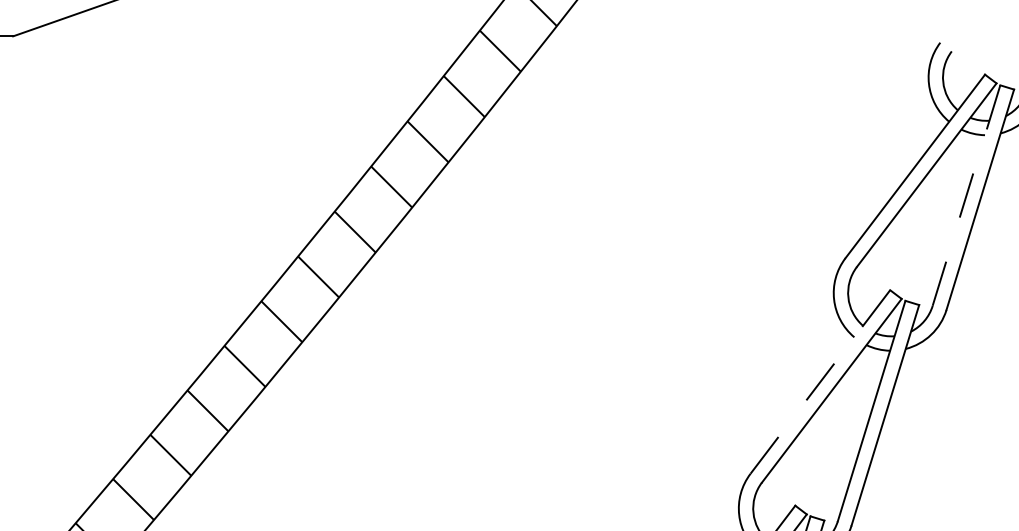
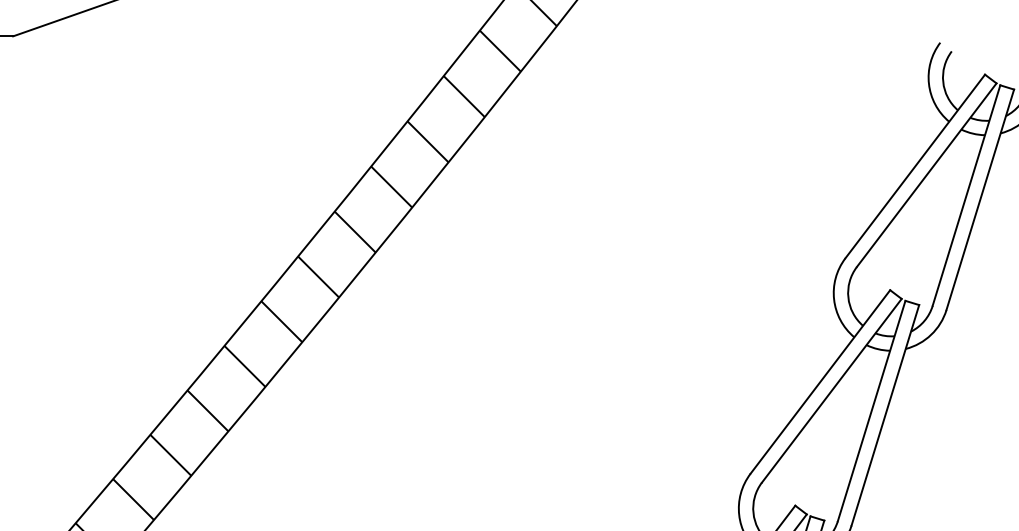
line at (966, 196): dashed -> solid
line at (820, 382): dashed -> solid
